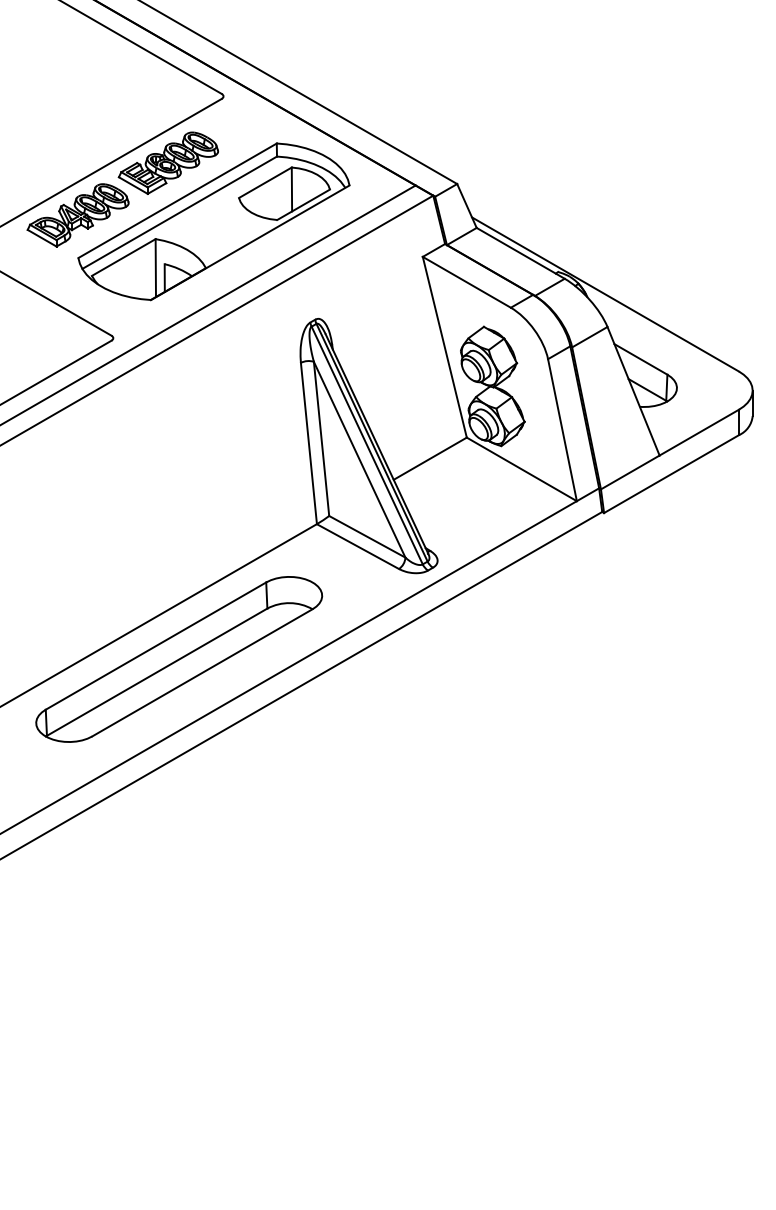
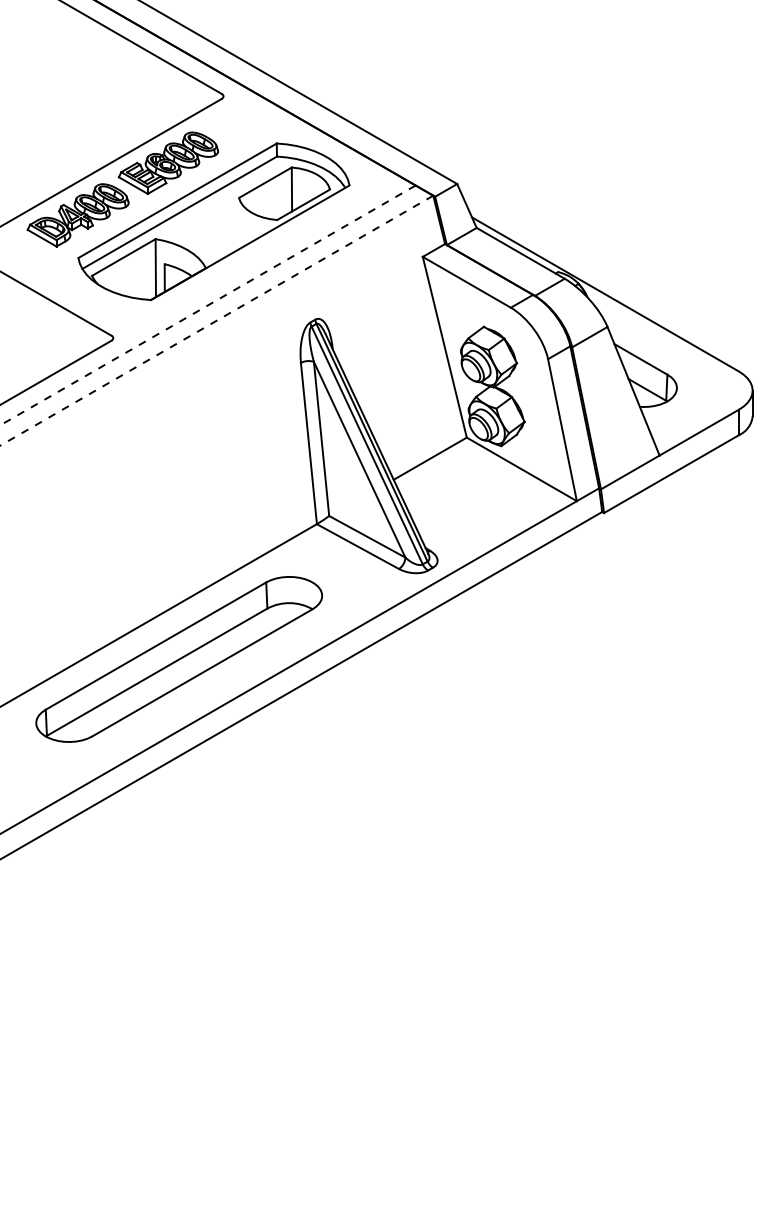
line at (207, 305): solid -> dashed
line at (216, 320): solid -> dashed
